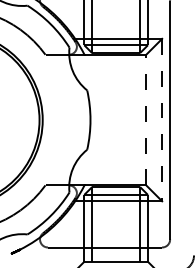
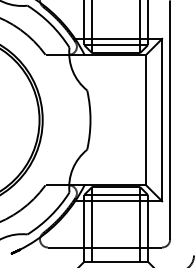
line at (146, 119): dashed -> solid
line at (162, 120): dashed -> solid
